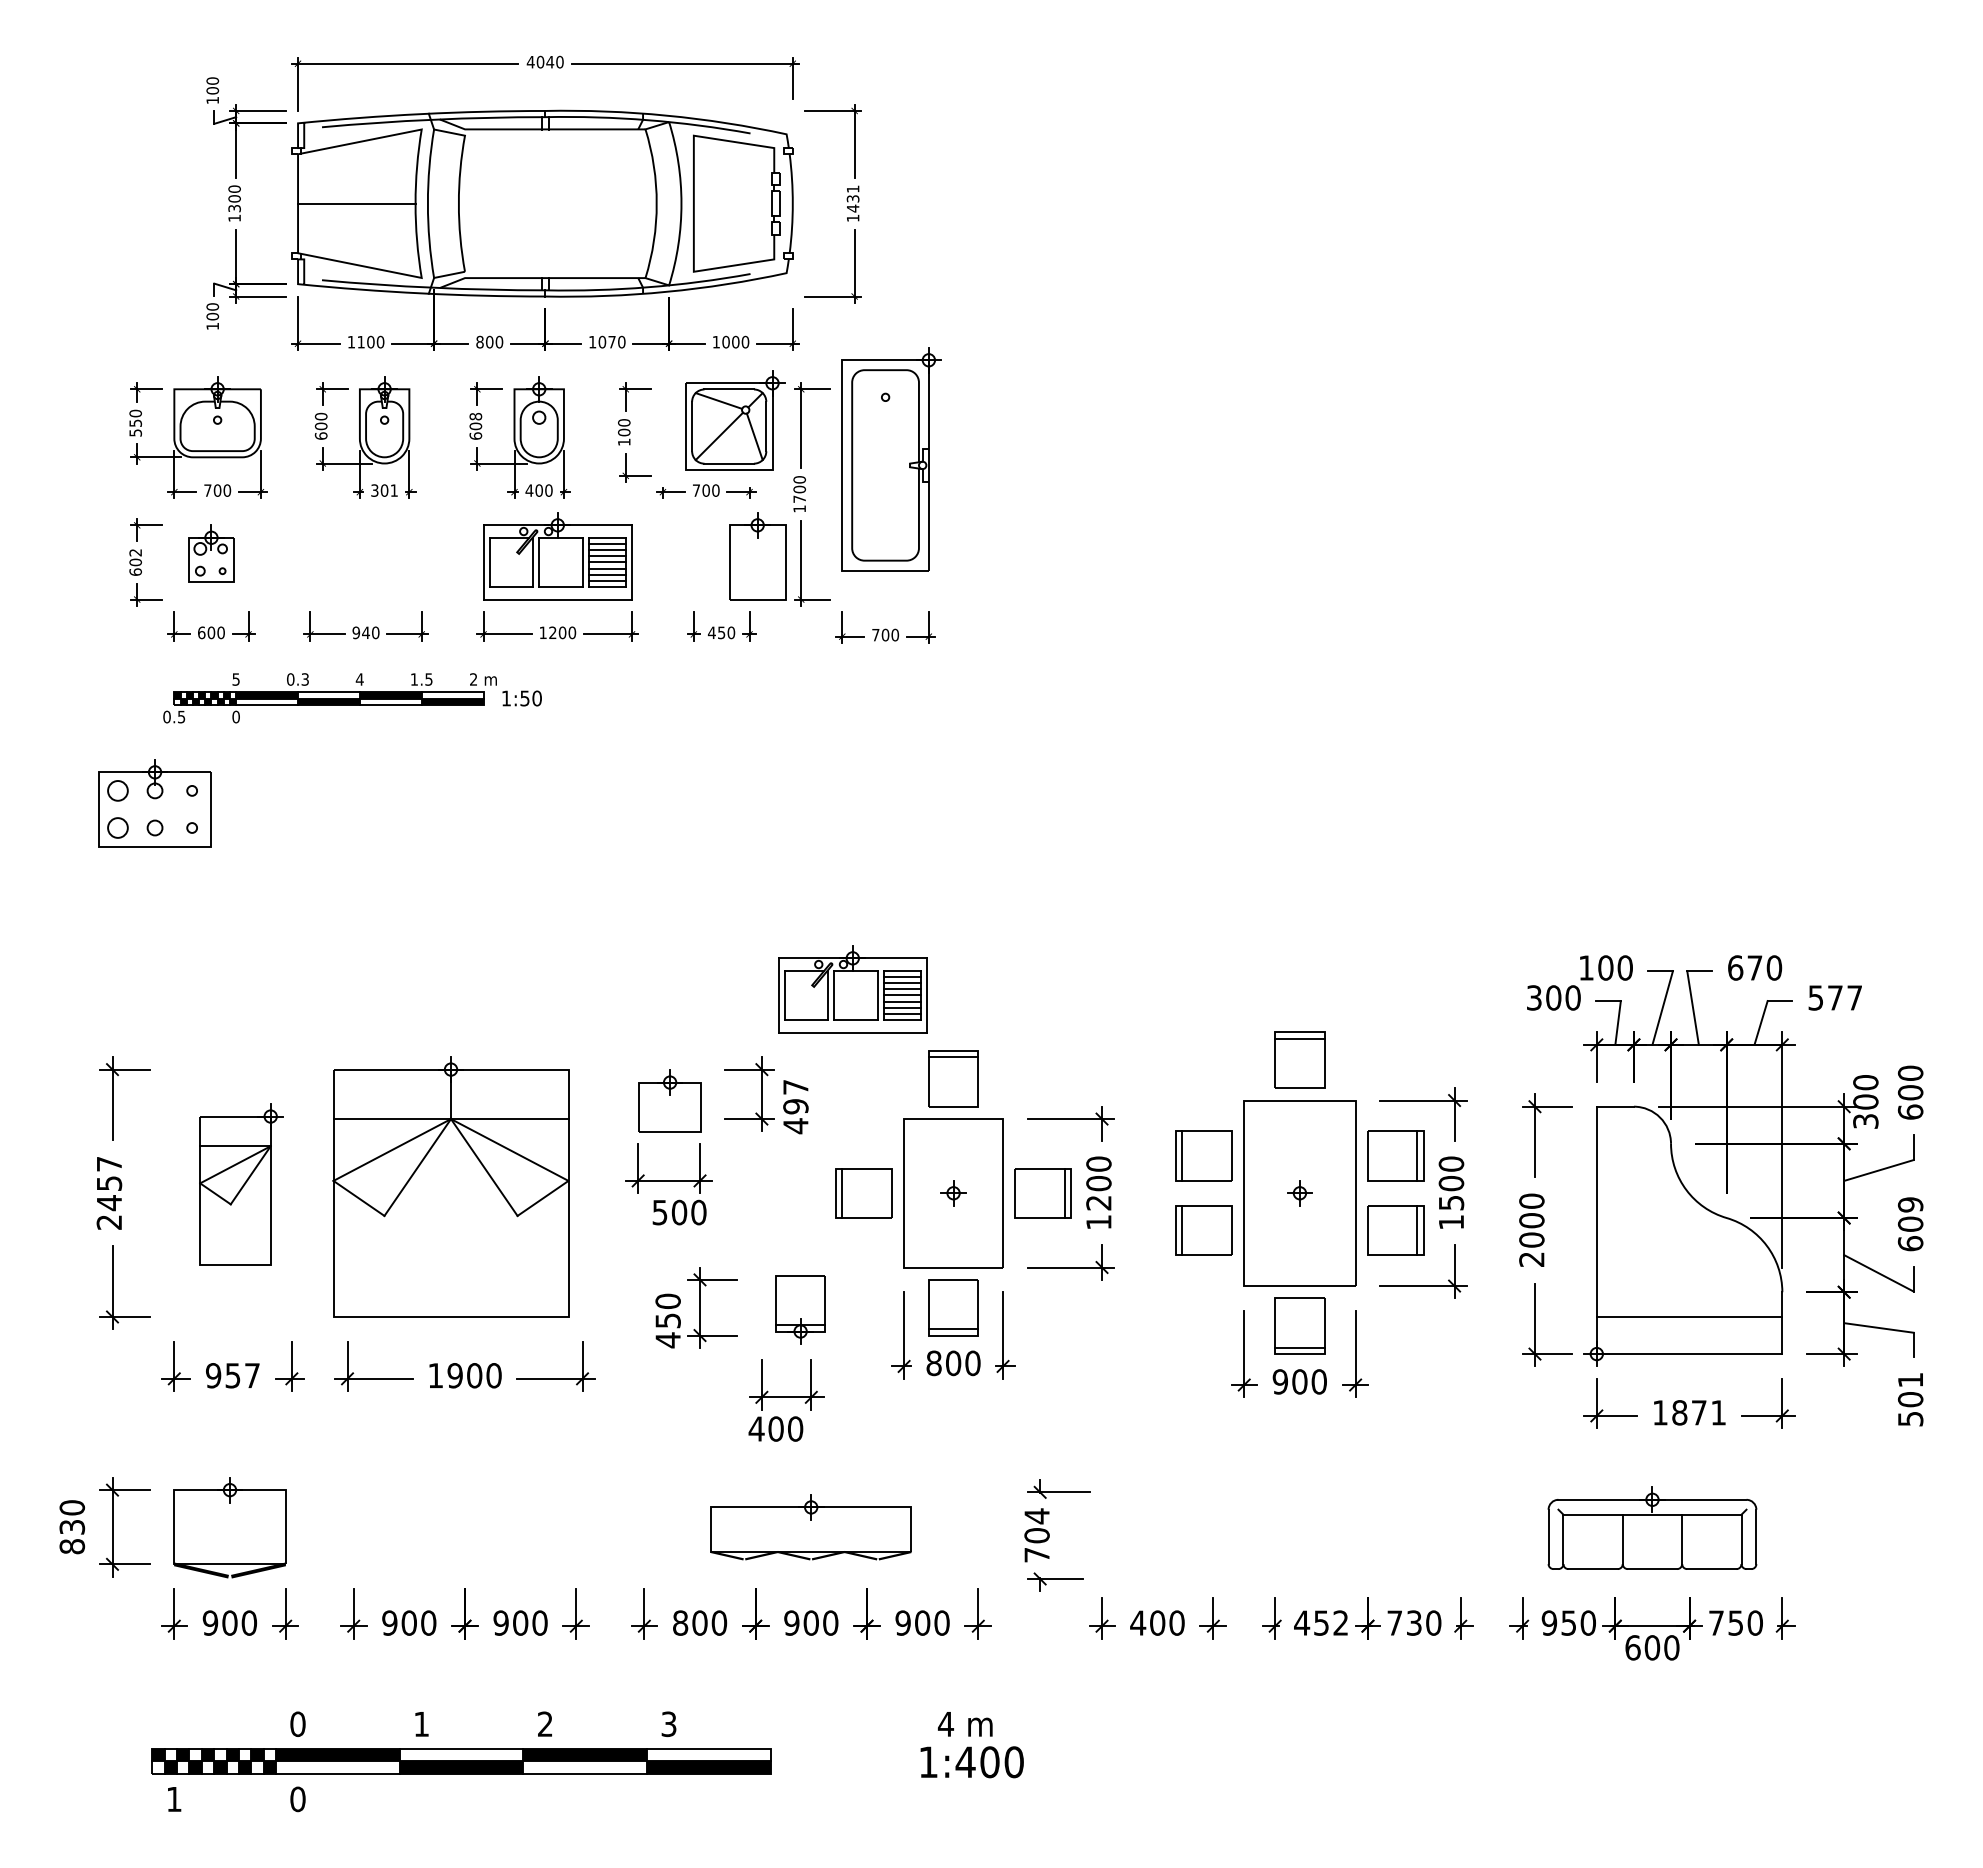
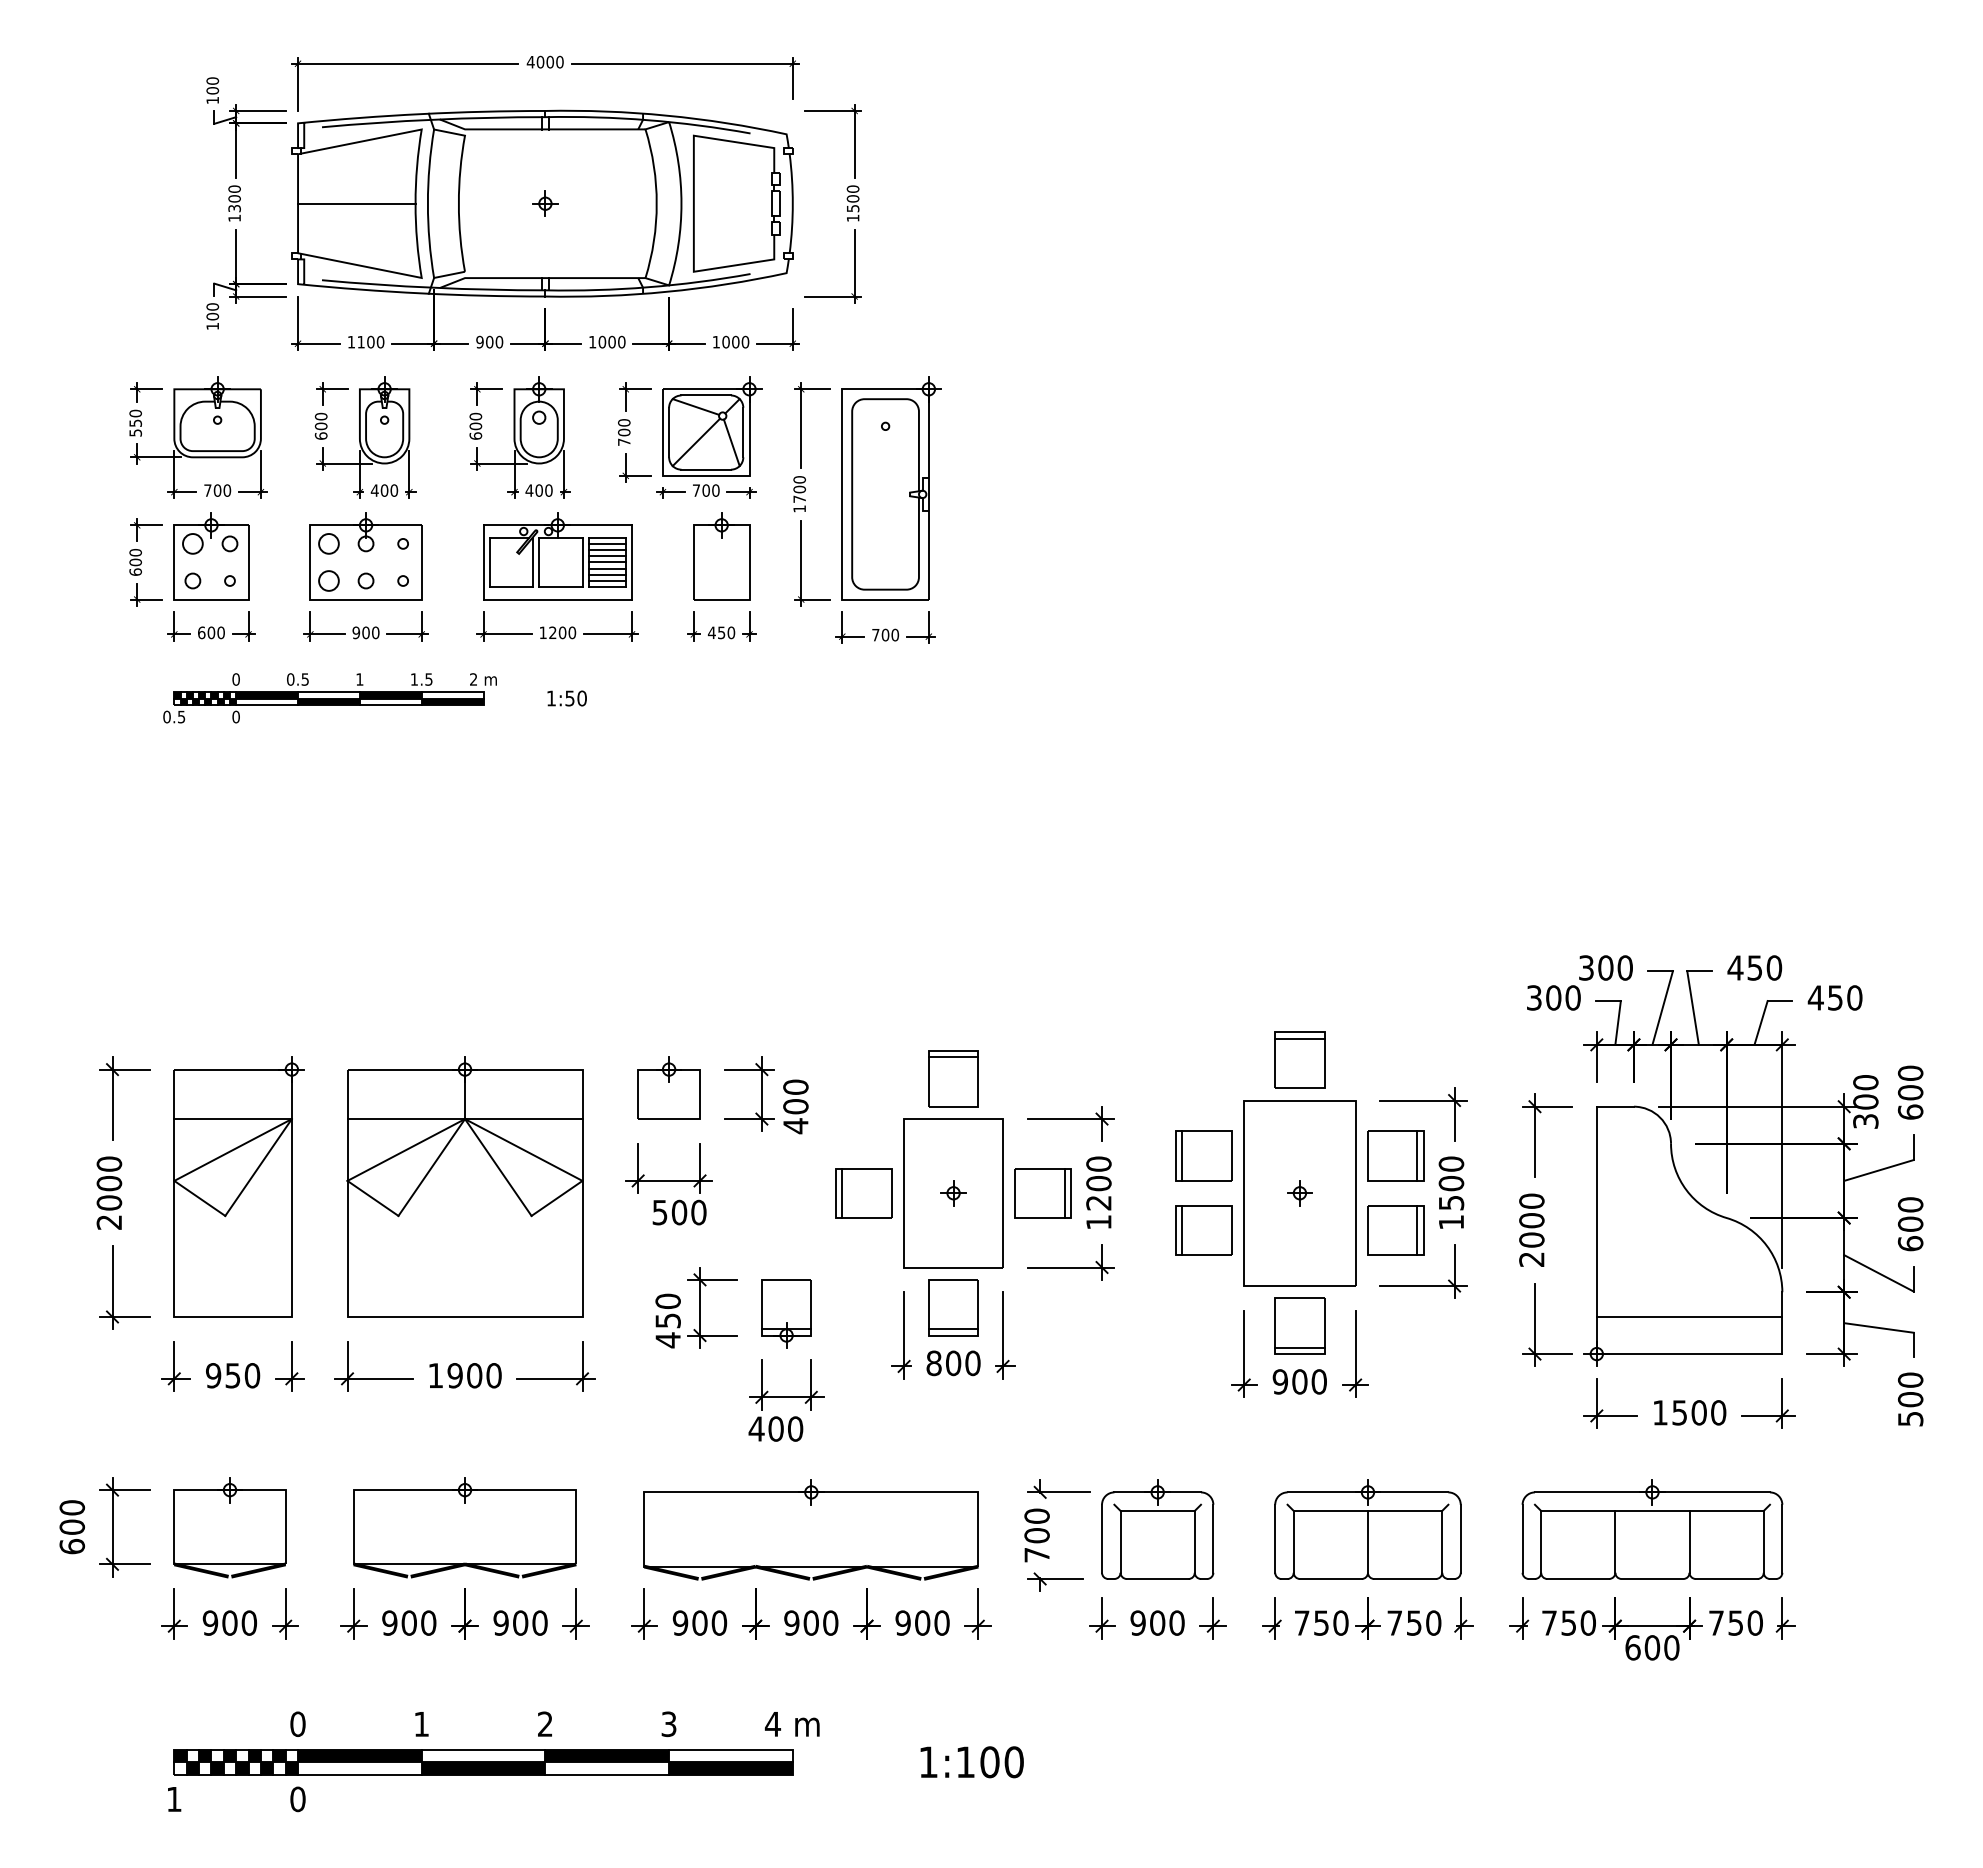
text at (550, 61): 4040 -> 4000
text at (852, 198): 1431 -> 1500
part at (545, 203): none -> present
text at (611, 341): 1070 -> 1000
text at (479, 342): 800 -> 900
text at (475, 416): 608 -> 600
part at (735, 420) position: (735, 420) -> (712, 426)
text at (624, 441): 100 -> 700
part at (891, 459) position: (891, 459) -> (891, 488)
text at (384, 490): 301 -> 400
text at (135, 552): 602 -> 600
part at (211, 553) size: 47x59 px -> 77x89 px
part at (757, 556) position: (757, 556) -> (721, 556)
text at (365, 632): 940 -> 900
text at (305, 678): 0.3 -> 0.5
text at (235, 679): 5 -> 0
text at (359, 679): 4 -> 1
text at (521, 698) position: (521, 698) -> (566, 698)
part at (154, 803) position: (154, 803) -> (365, 556)
text at (1586, 967): 100 -> 300
text at (1744, 967): 670 -> 450
part at (852, 989): present -> none
text at (1834, 997): 577 -> 450
text at (795, 1096): 497 -> 400
part at (669, 1100) position: (669, 1100) -> (668, 1087)
text at (109, 1183): 2457 -> 2000
part at (241, 1184) size: 85x163 px -> 132x262 px
part at (450, 1186) position: (450, 1186) -> (464, 1186)
text at (1910, 1204): 609 -> 600
part at (800, 1309) position: (800, 1309) -> (786, 1313)
text at (252, 1375): 957 -> 950
text at (1910, 1379): 501 -> 500
text at (1699, 1412): 1871 -> 1500
text at (1036, 1516): 704 -> 700
part at (464, 1527): none -> present
part at (810, 1527) size: 202x67 px -> 336x102 px
part at (1652, 1527) size: 211x84 px -> 263x101 px
part at (1157, 1529): none -> present
part at (1367, 1529): none -> present
text at (72, 1536): 830 -> 600
text at (680, 1622): 800 -> 900
text at (1138, 1622): 400 -> 900
text at (1321, 1622): 452 -> 750
text at (1414, 1622): 730 -> 750
text at (1549, 1622): 950 -> 750
text at (964, 1724) position: (964, 1724) -> (791, 1724)
part at (461, 1761) position: (461, 1761) -> (483, 1762)
text at (965, 1761): 1:400 -> 1:100
